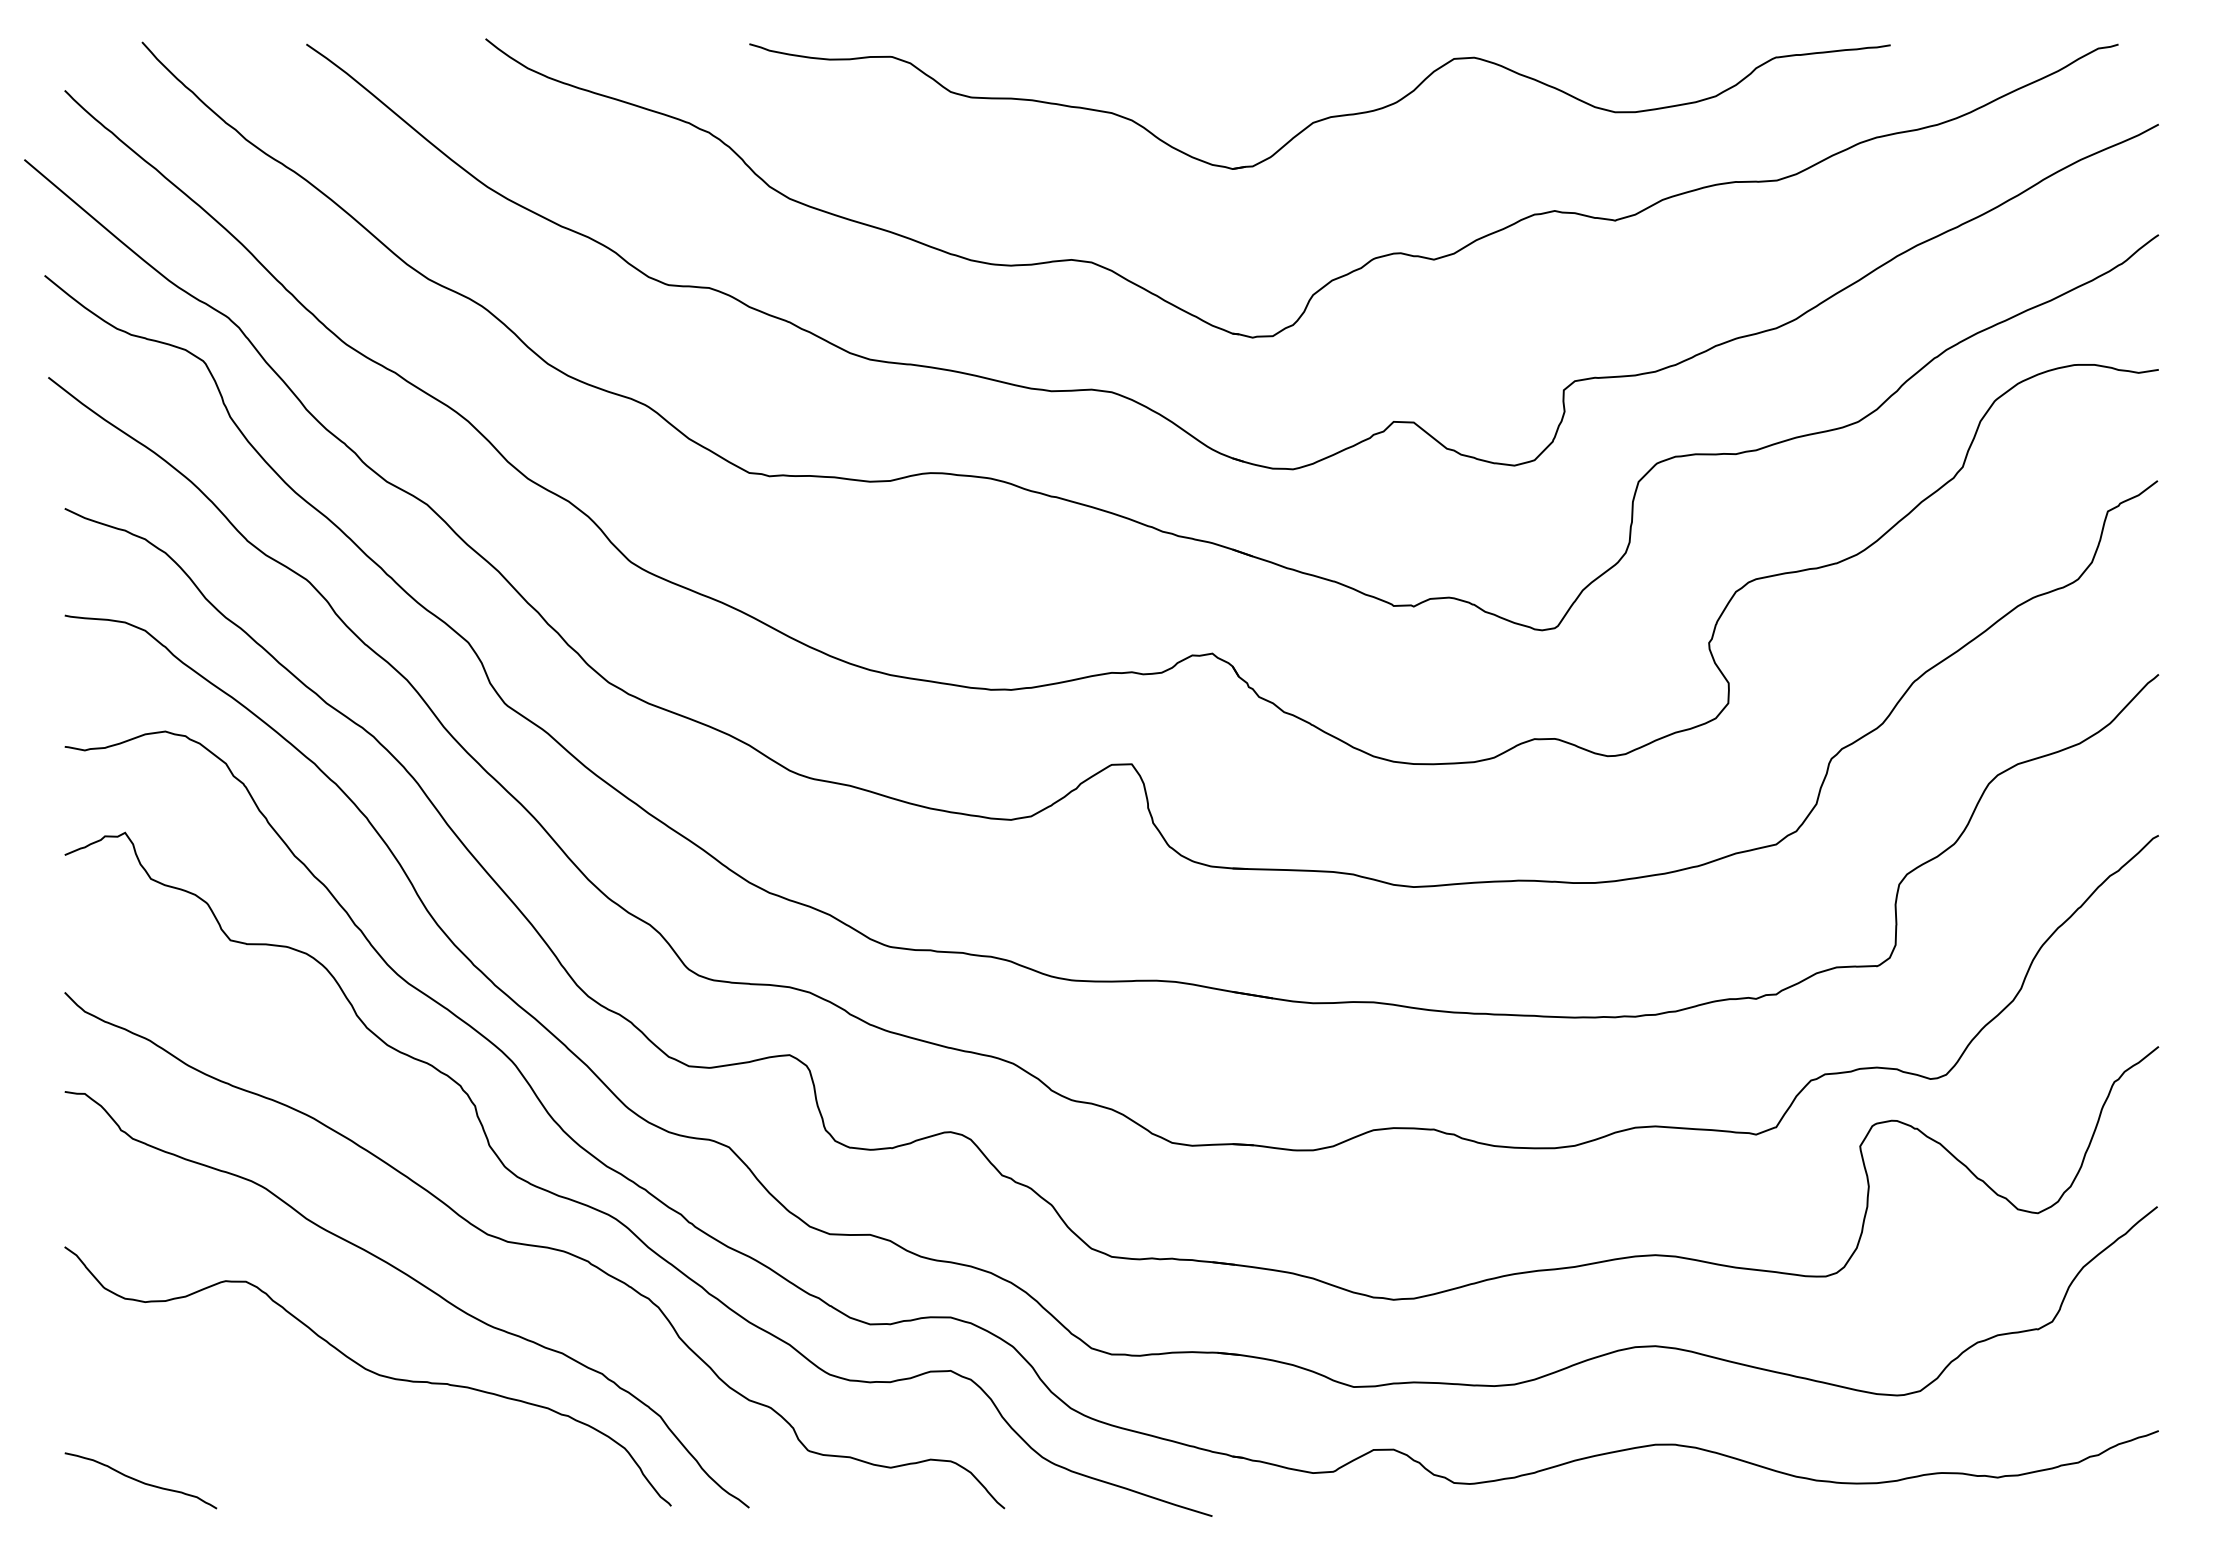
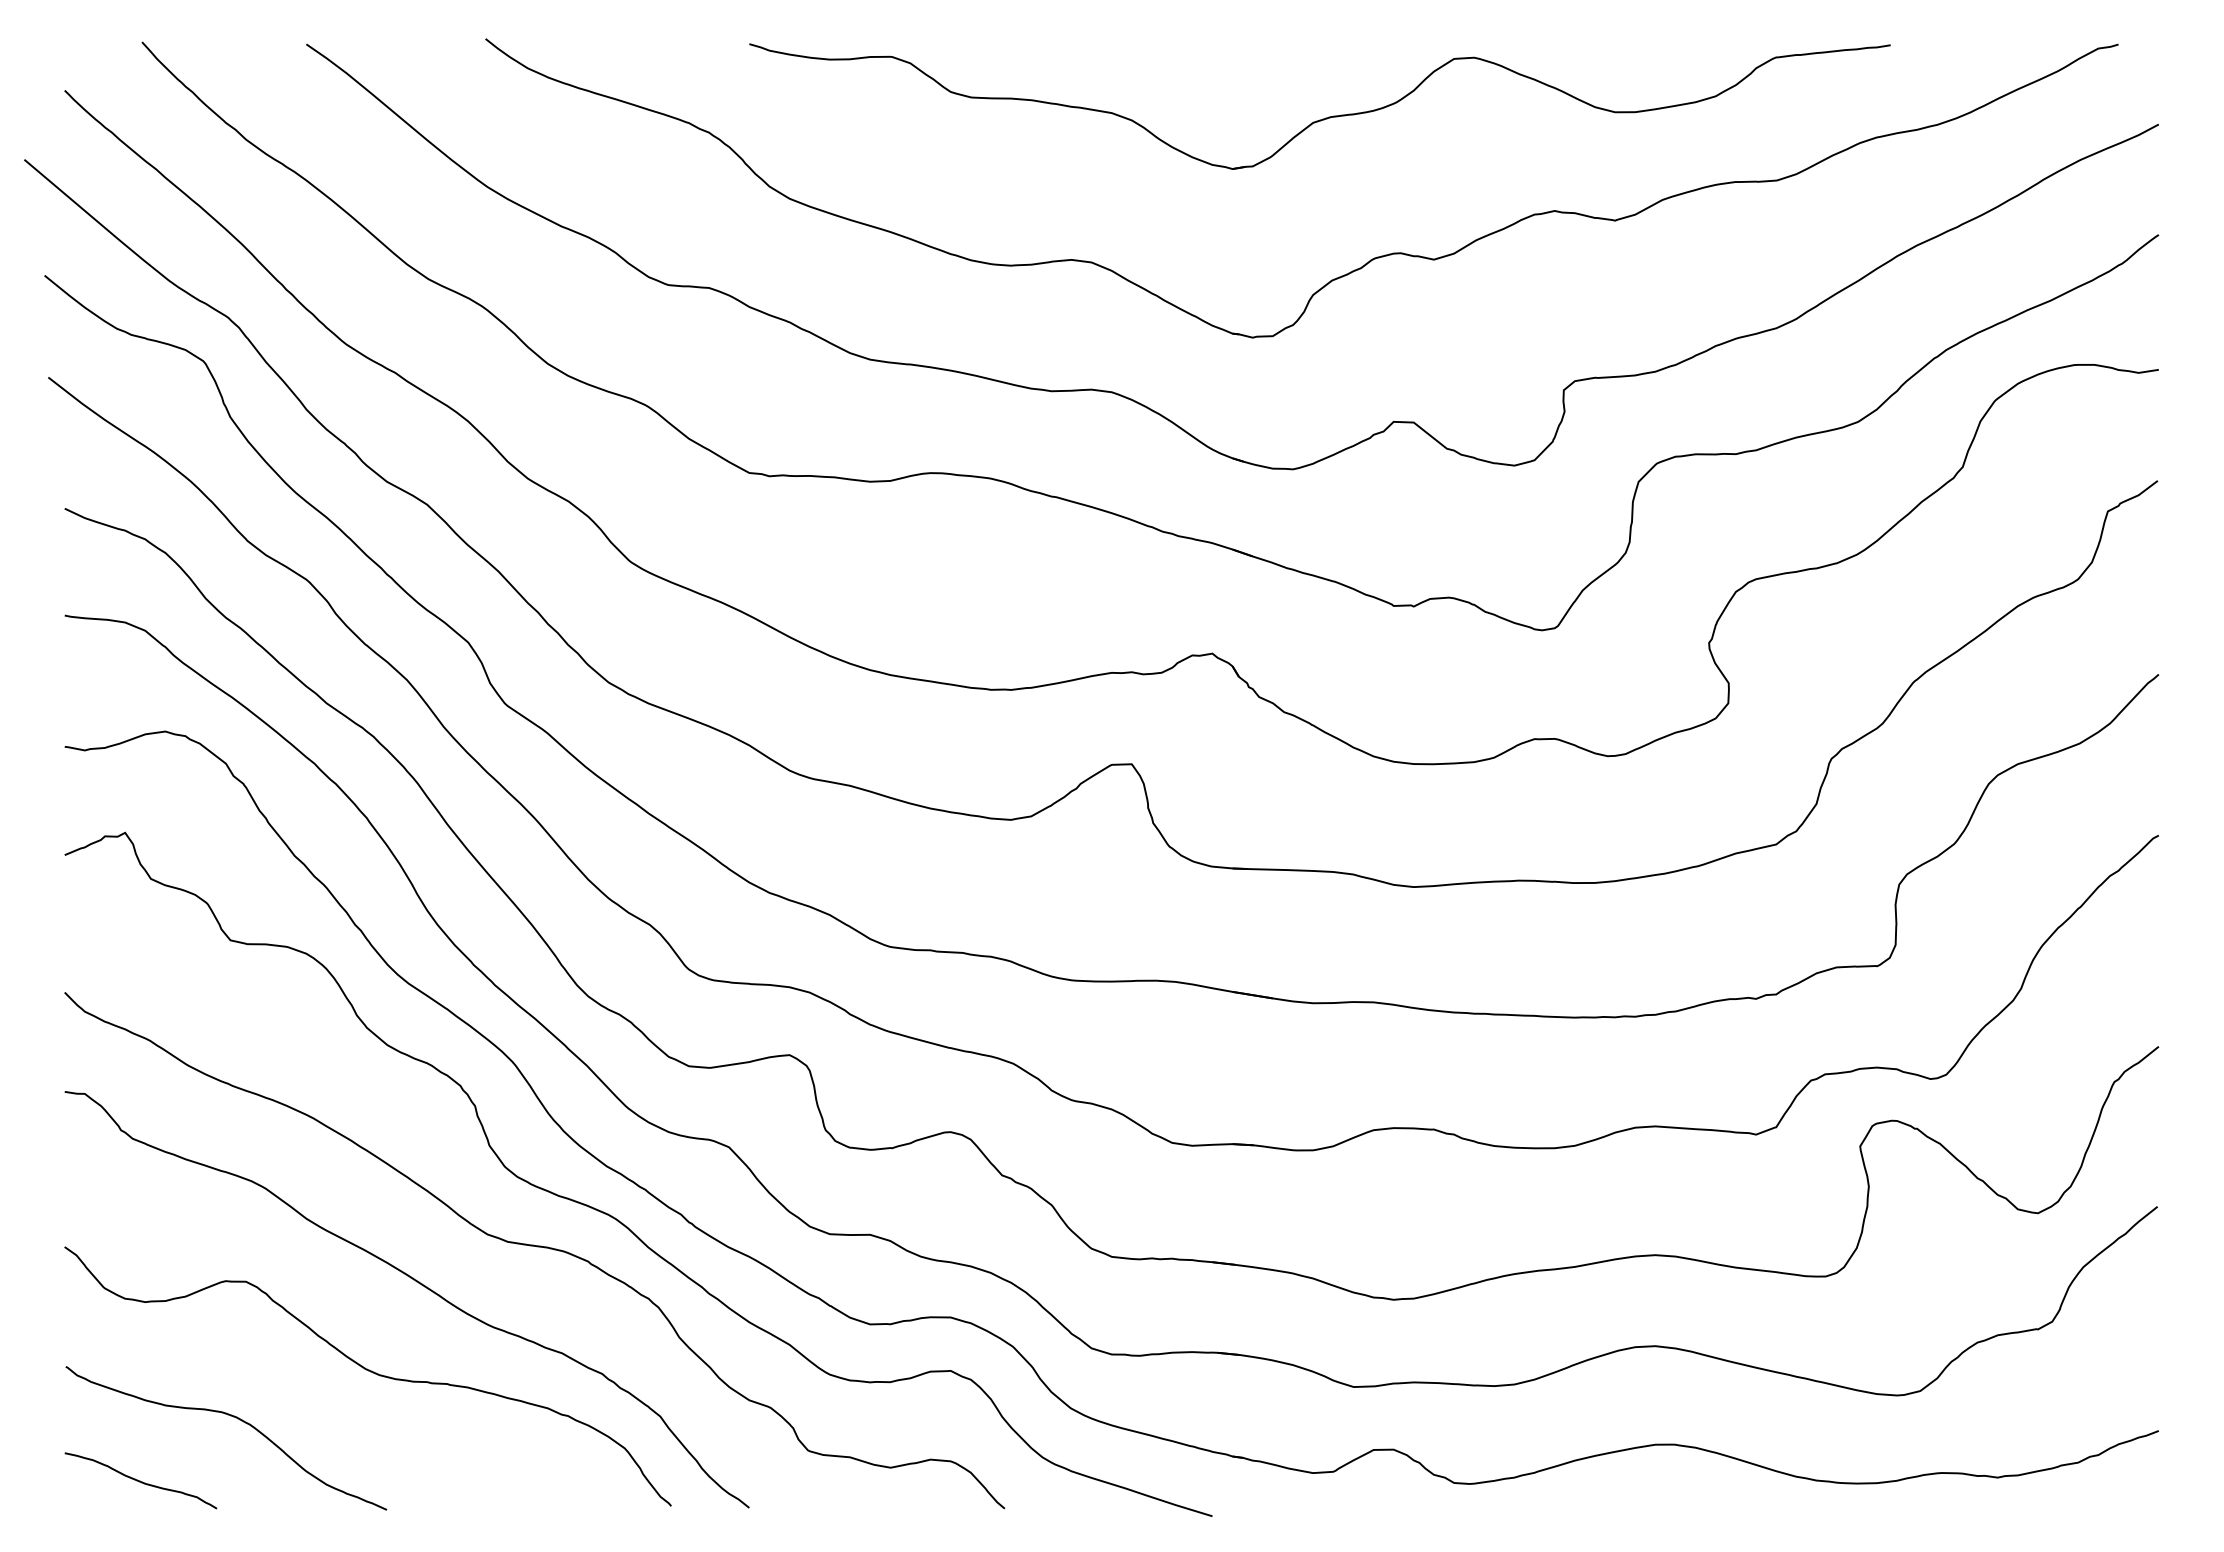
curve at (233, 1417): none -> present
